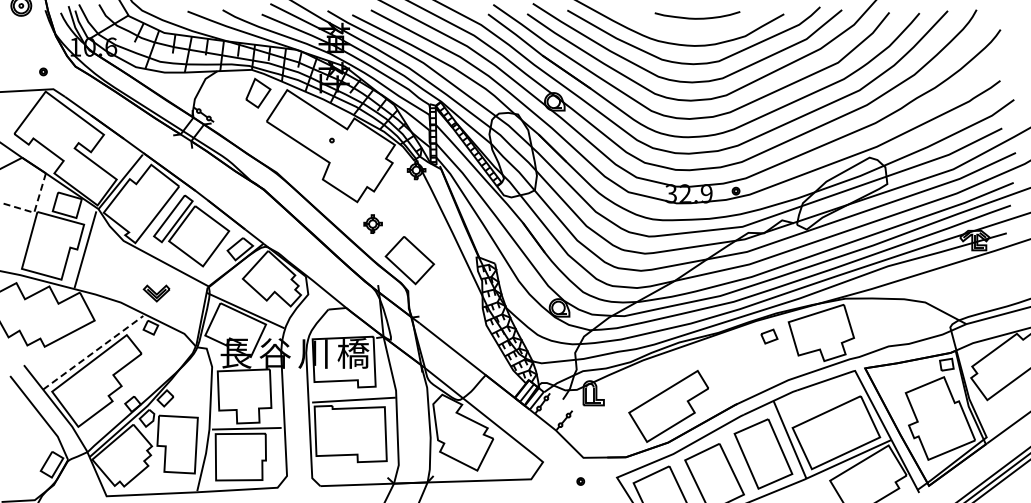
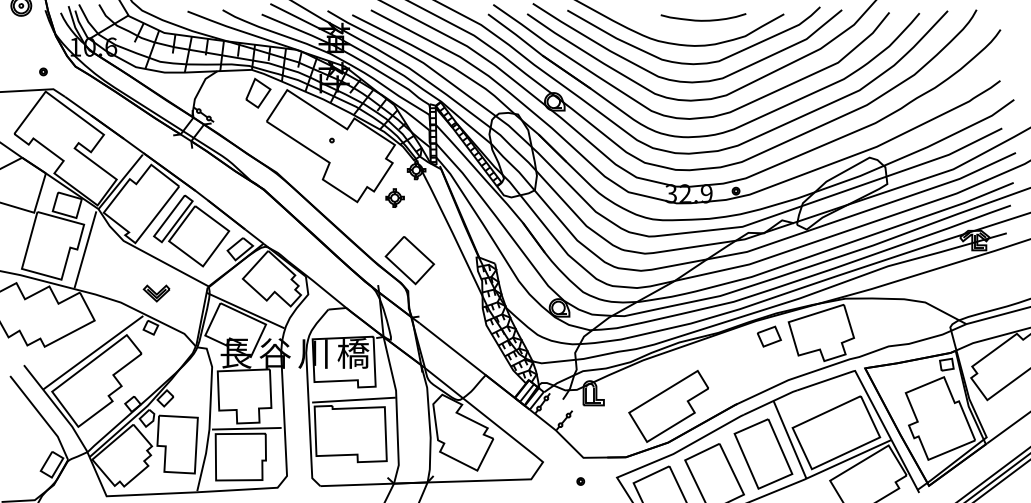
curve at (697, 17) position: (697, 17) -> (703, 19)
line at (35, 209): dashed -> solid
part at (372, 223) position: (372, 223) -> (394, 197)
part at (769, 336) size: 19x17 px -> 25x23 px
line at (93, 352): dashed -> solid
